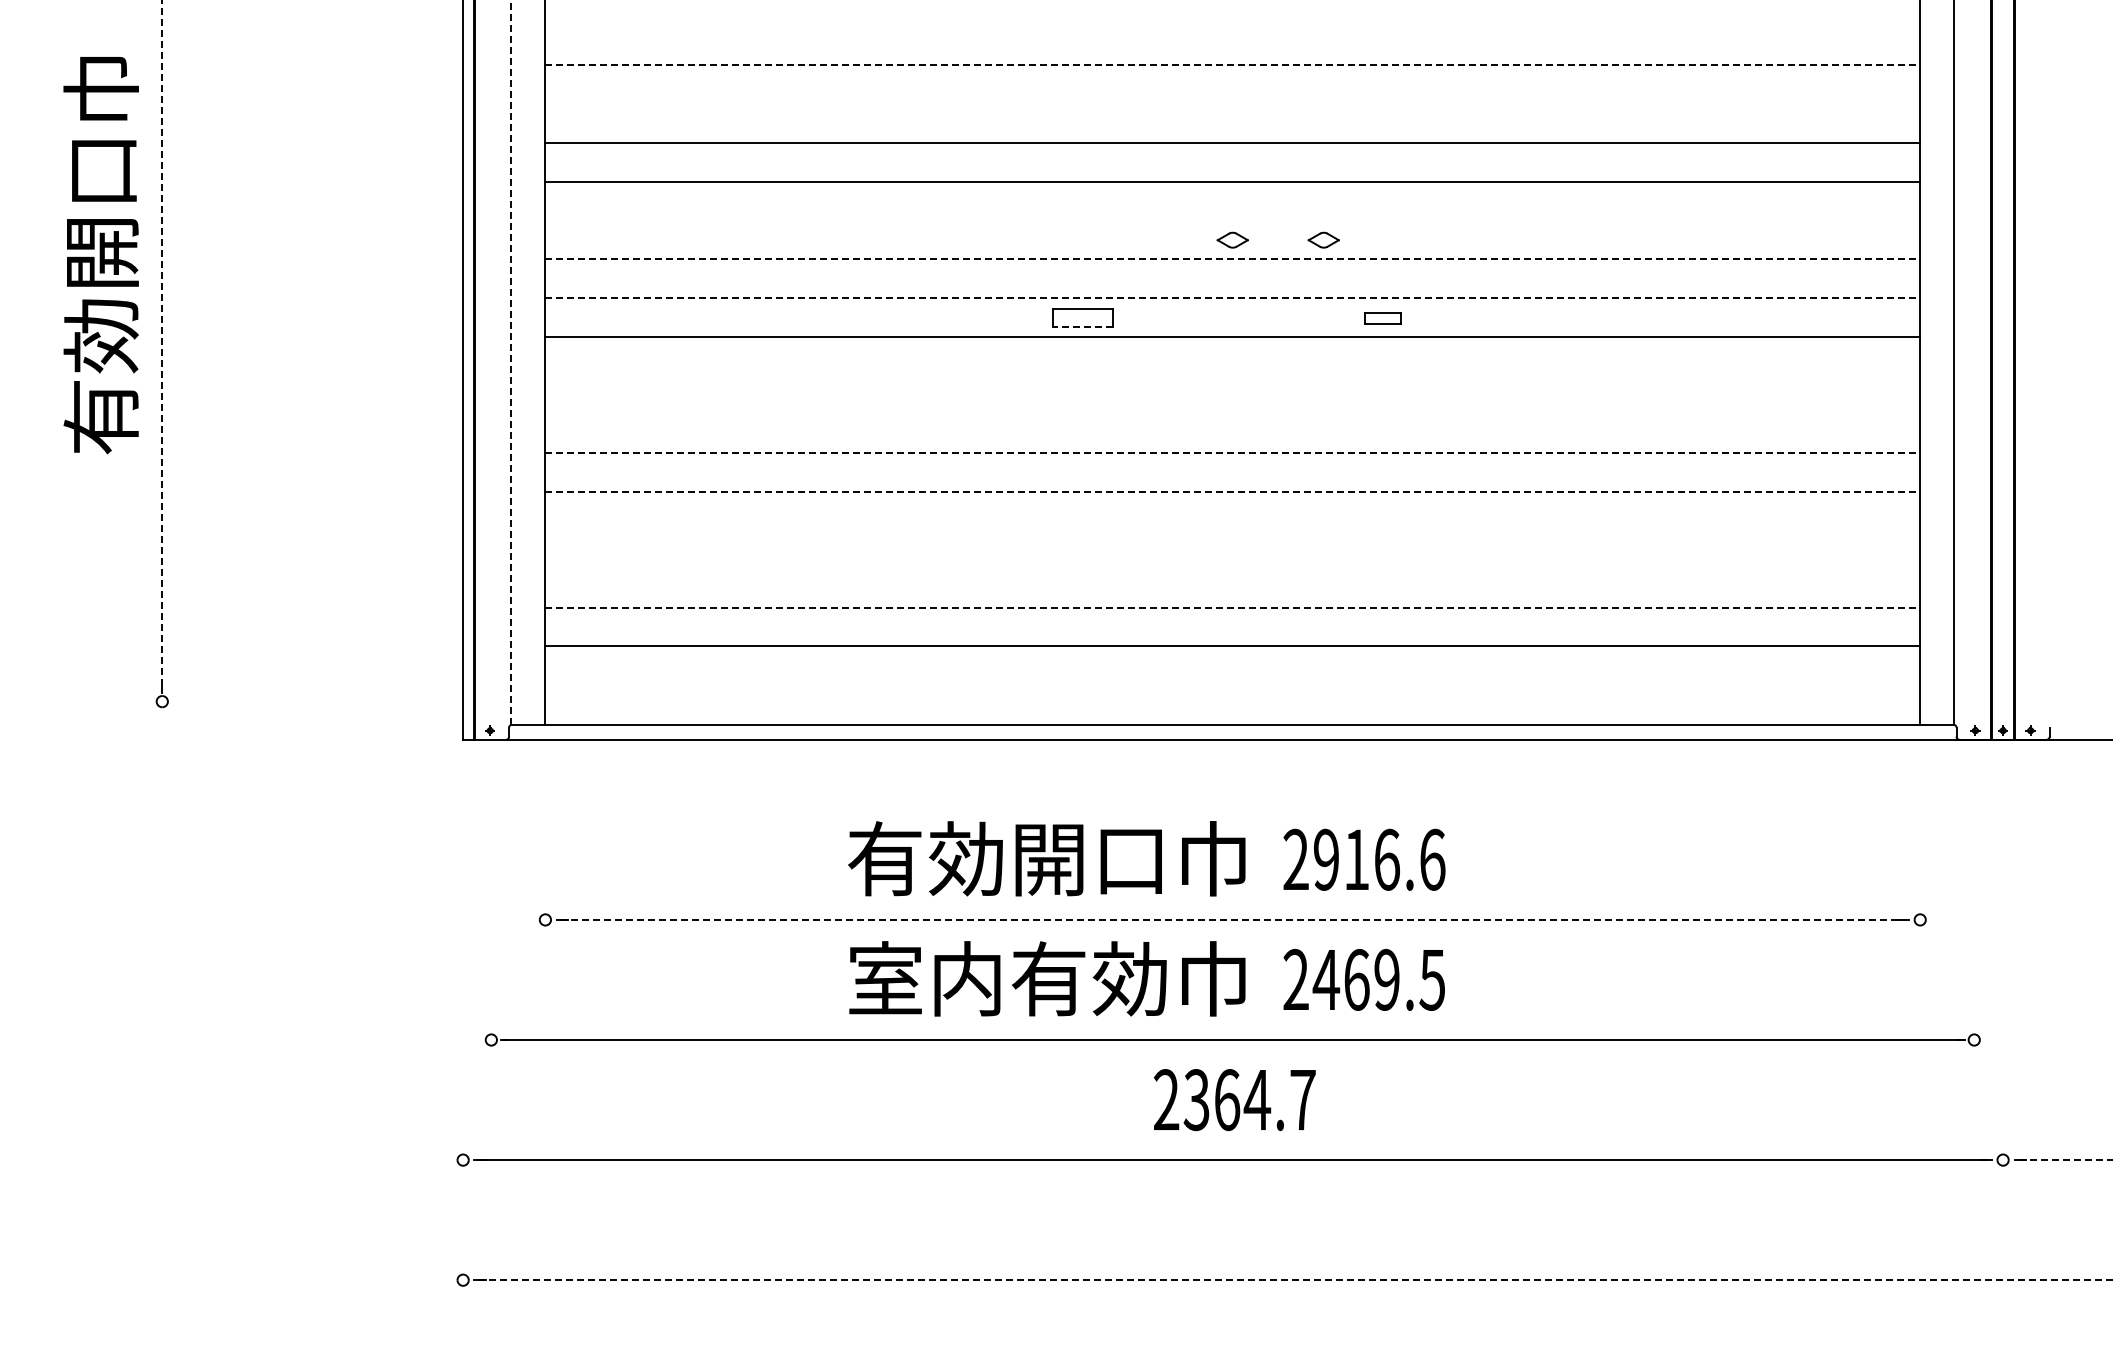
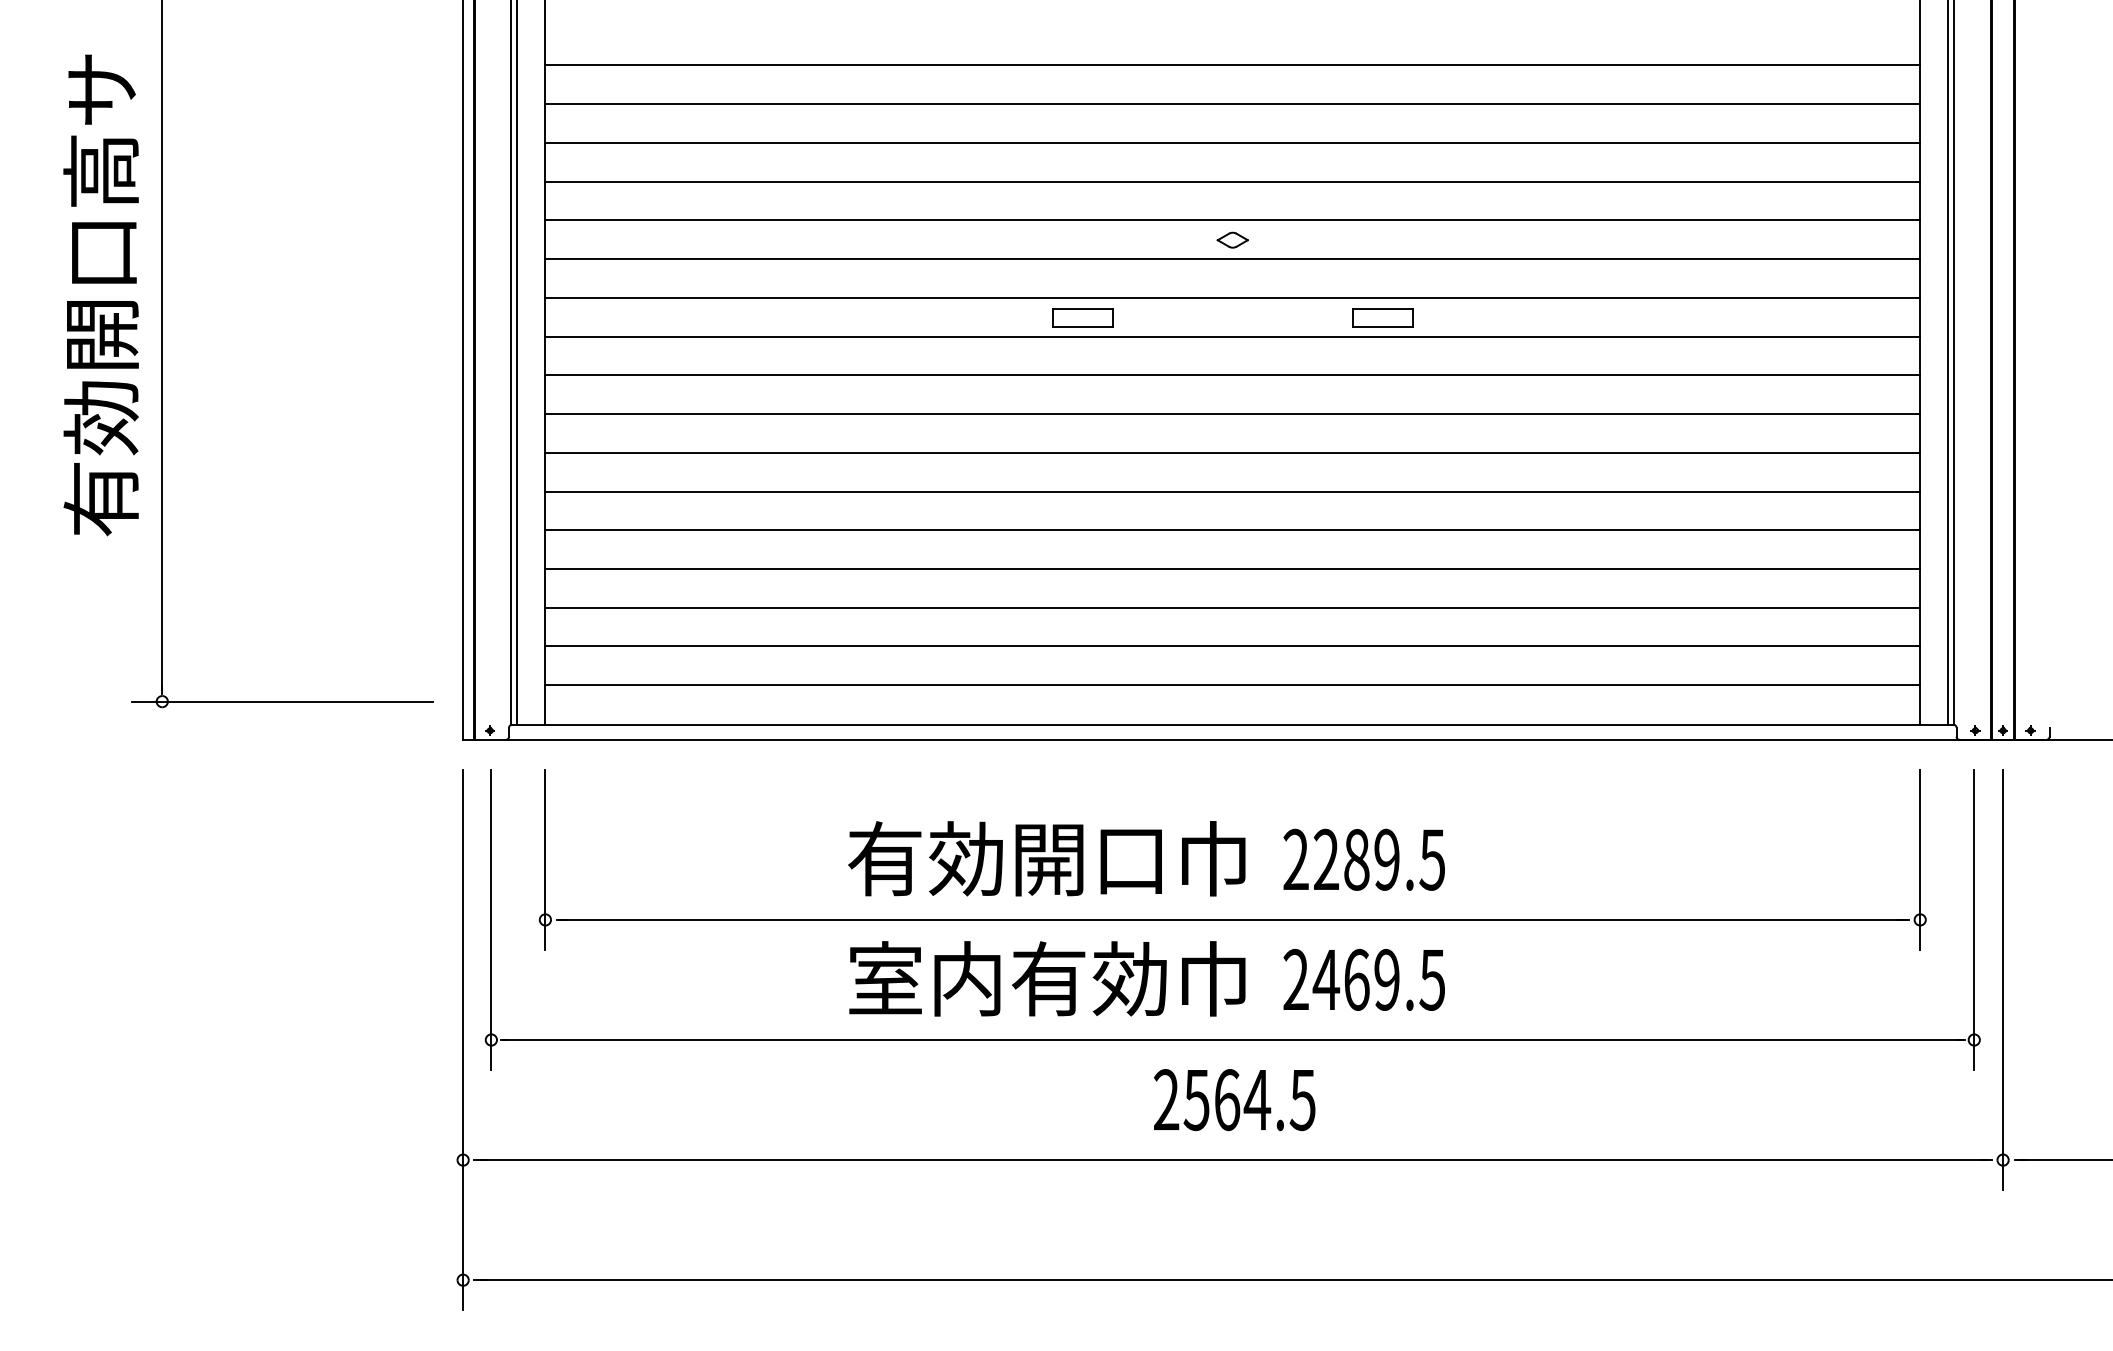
line at (1233, 65): dashed -> solid
line at (1232, 104): none -> present
line at (1232, 220): none -> present
part at (1323, 239): present -> none
line at (1233, 259): dashed -> solid
text at (100, 295): 有効開口巾 -> 有効開口高サ
line at (1233, 297): dashed -> solid
part at (1382, 318) size: 38x13 px -> 62x20 px
line at (1082, 327): dashed -> solid
line at (162, 346): dashed -> solid
line at (511, 361): dashed -> solid
line at (517, 363): none -> present
line at (1948, 363): none -> present
line at (1232, 375): none -> present
line at (1232, 414): none -> present
line at (1233, 452): dashed -> solid
line at (1233, 491): dashed -> solid
line at (1232, 530): none -> present
line at (1232, 568): none -> present
line at (1233, 607): dashed -> solid
line at (1232, 685): none -> present
line at (282, 701): none -> present
line at (545, 859): none -> present
text at (1379, 859): 2916.6 -> 2289.5
line at (1920, 859): none -> present
line at (491, 919): none -> present
line at (1233, 919): dashed -> solid
line at (1974, 919): none -> present
line at (2003, 979): none -> present
line at (463, 1039): none -> present
text at (1249, 1100): 2364.7 -> 2564.5
line at (2065, 1160): dashed -> solid
line at (1295, 1280): dashed -> solid
